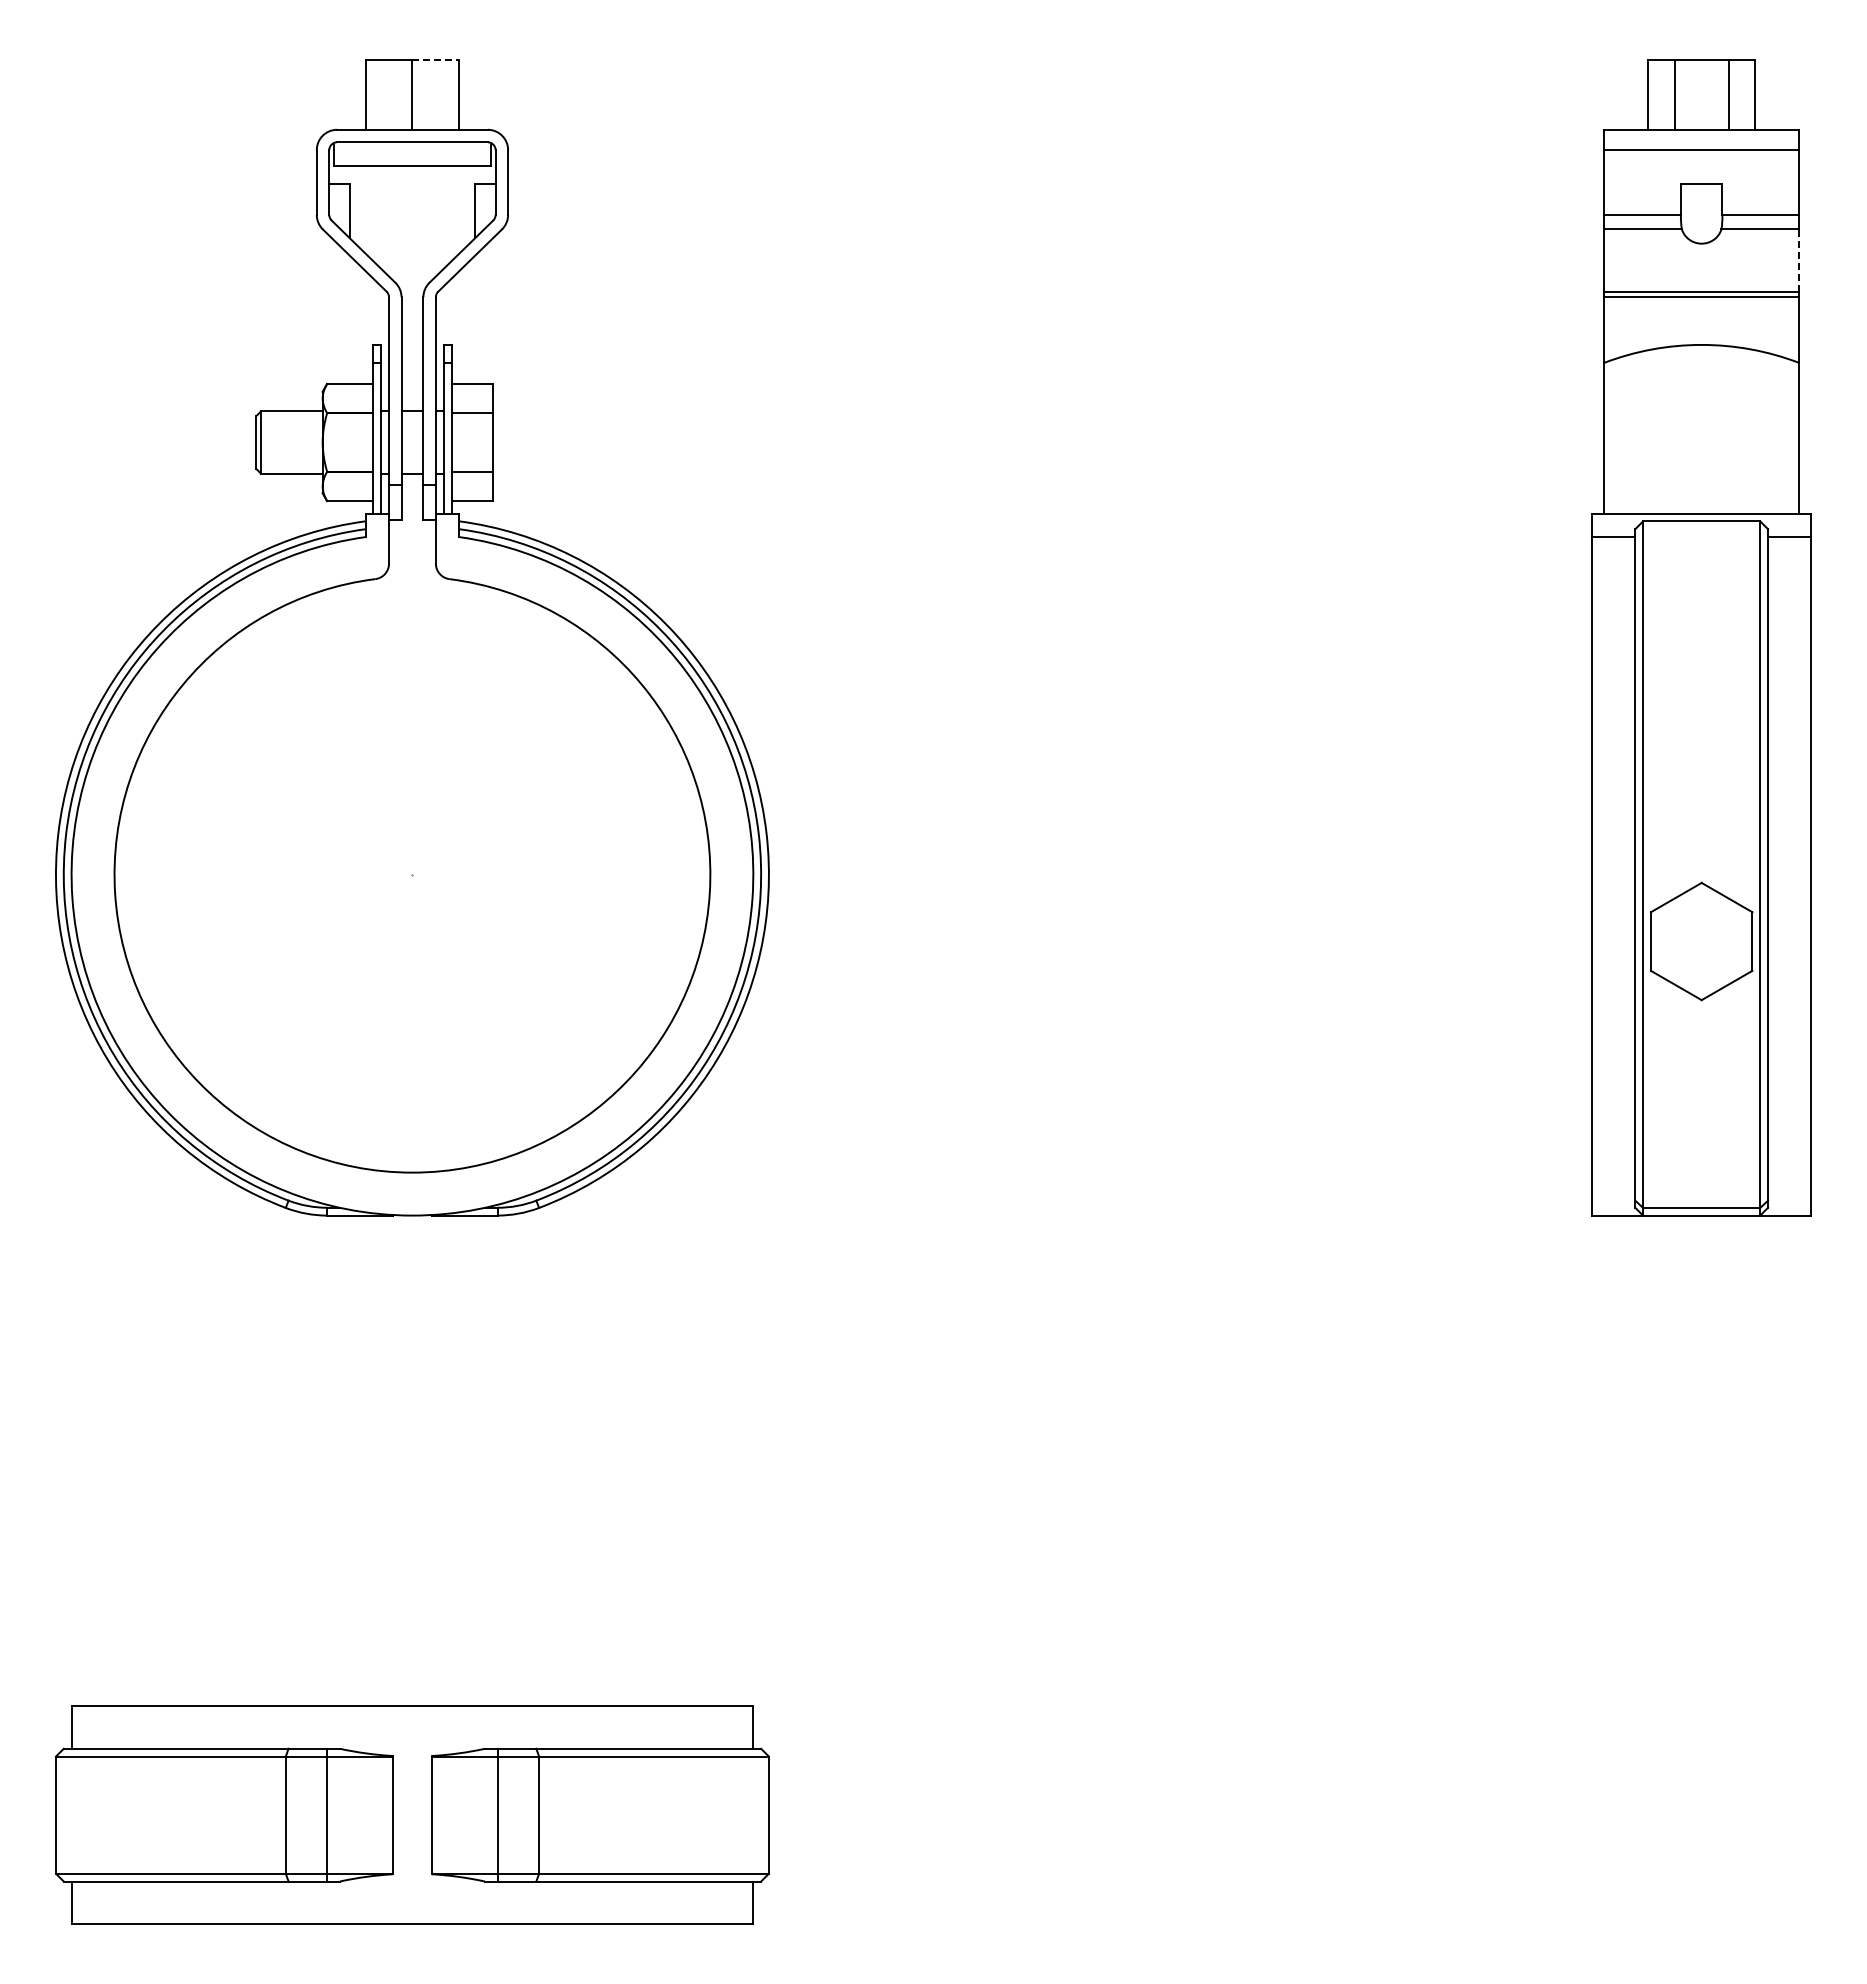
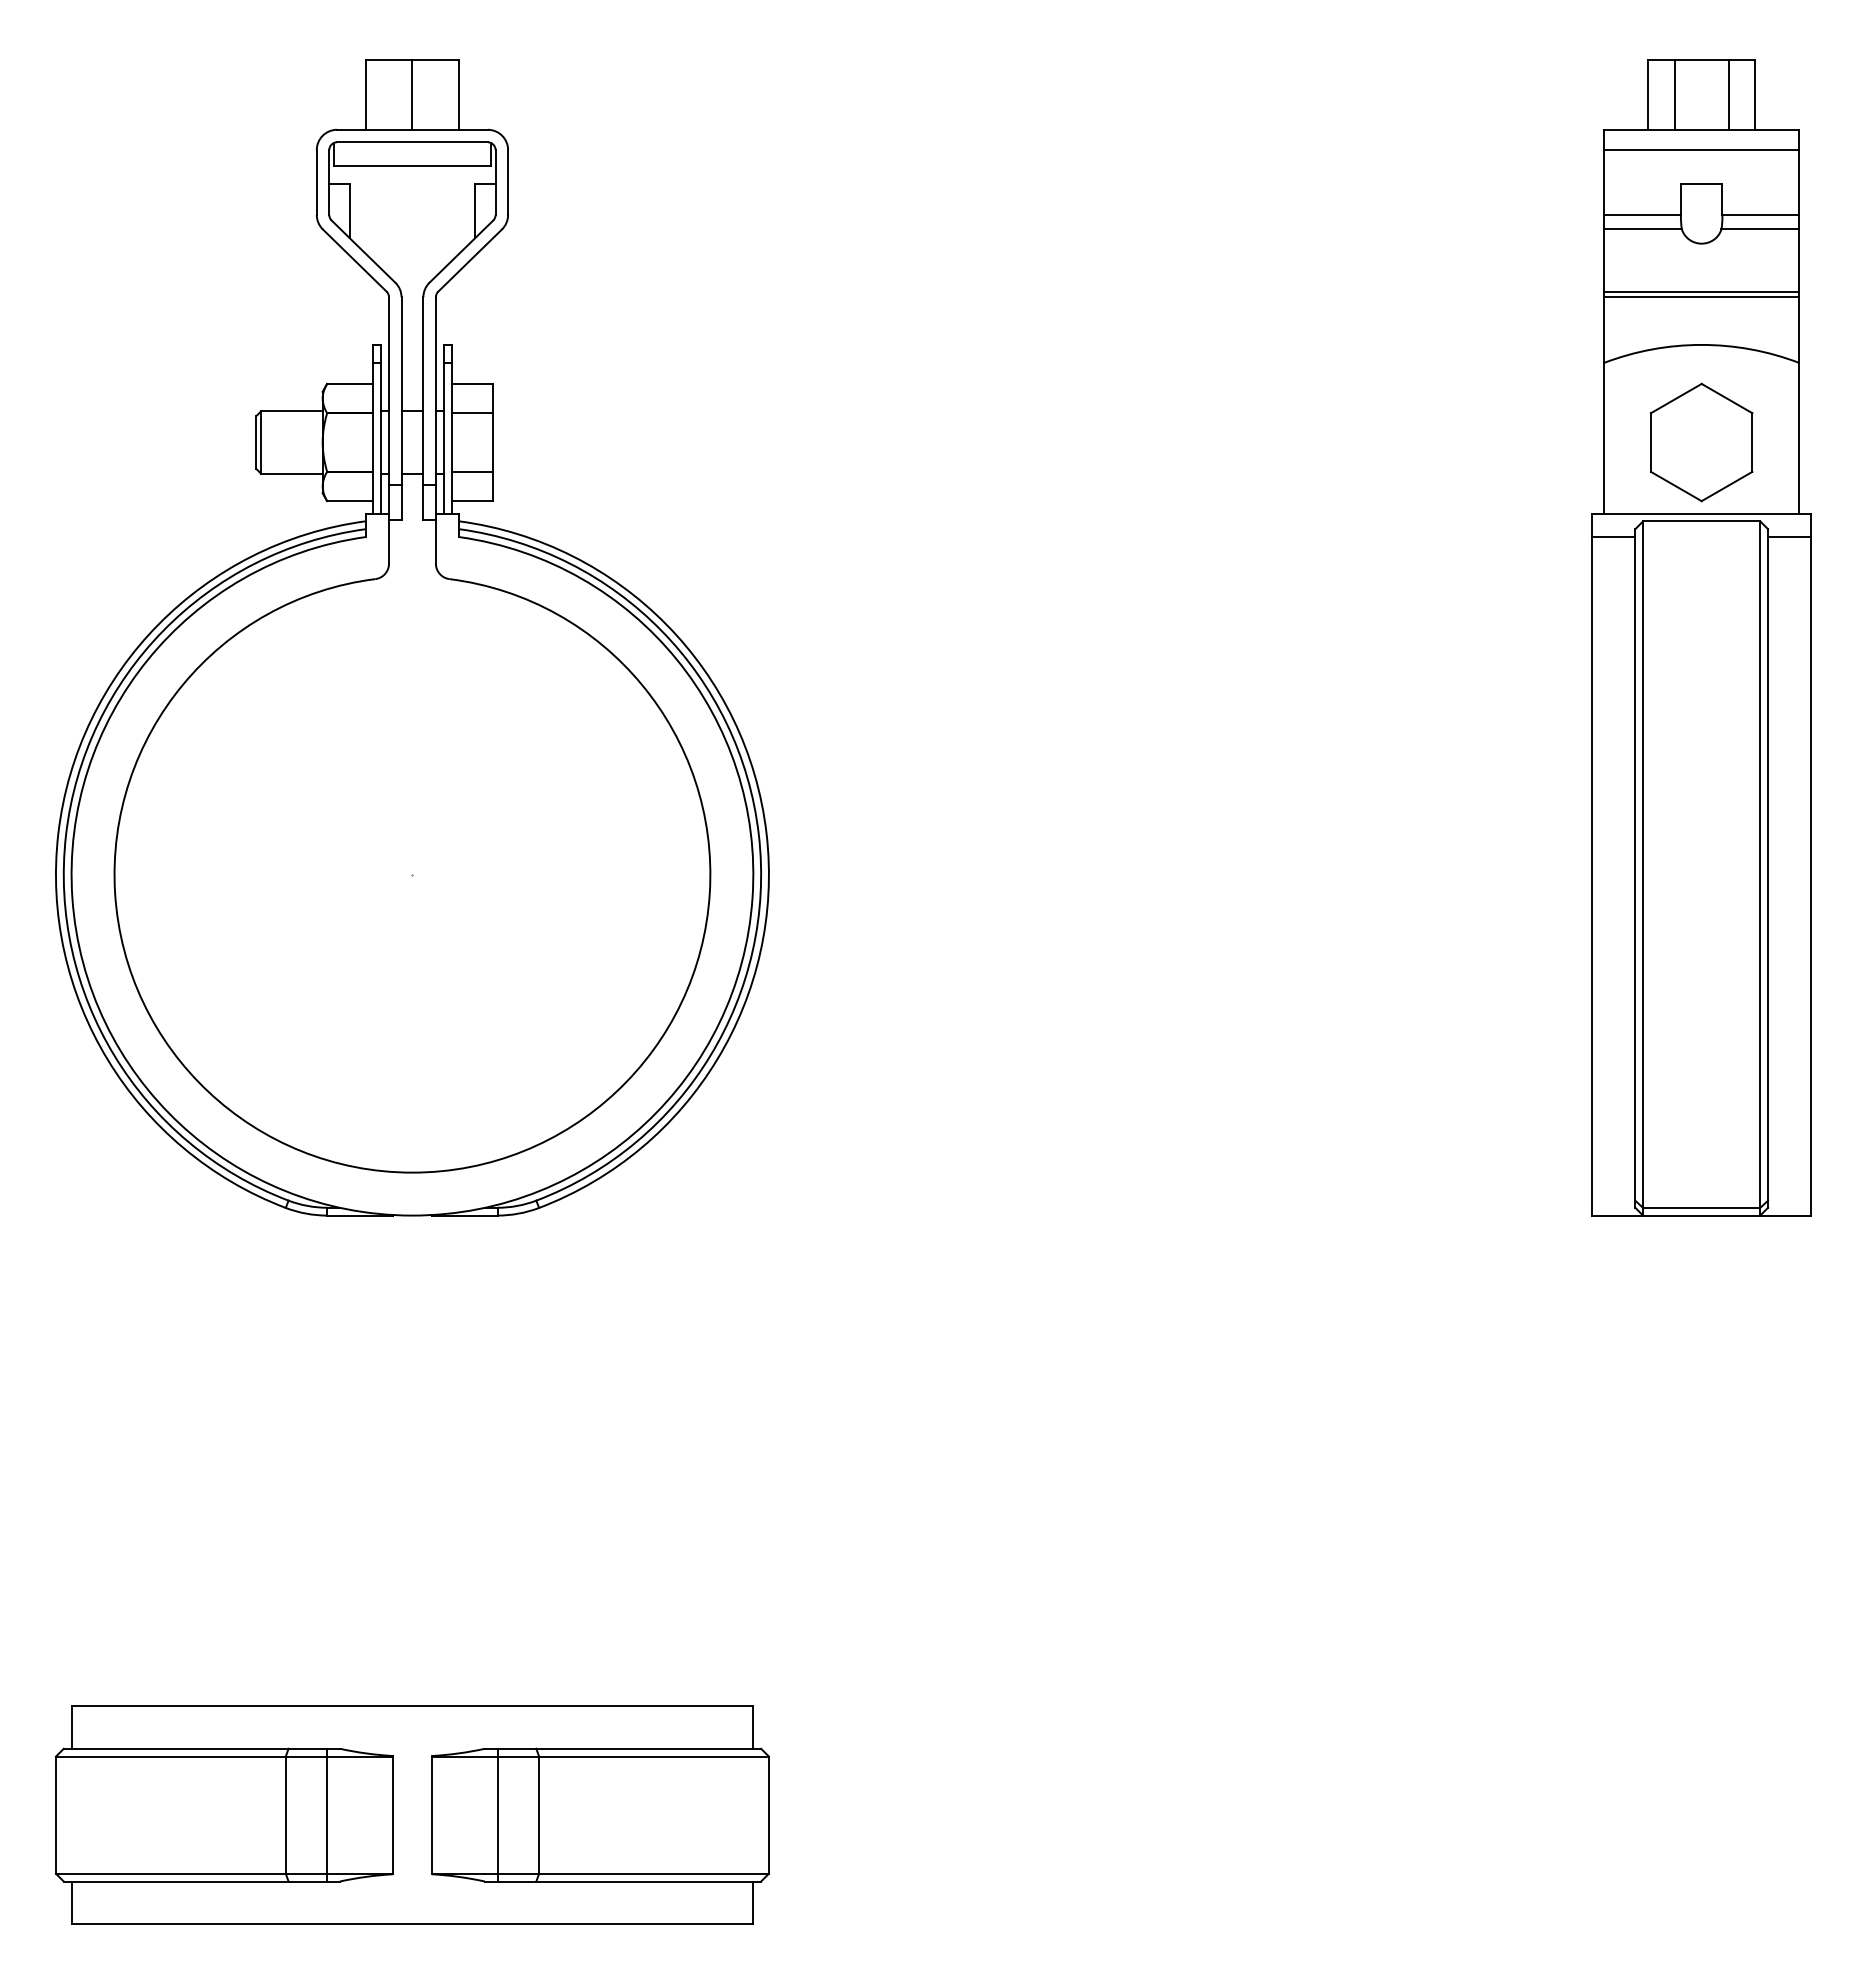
line at (436, 59): dashed -> solid
line at (1799, 260): dashed -> solid
part at (1701, 941) position: (1701, 941) -> (1701, 442)
